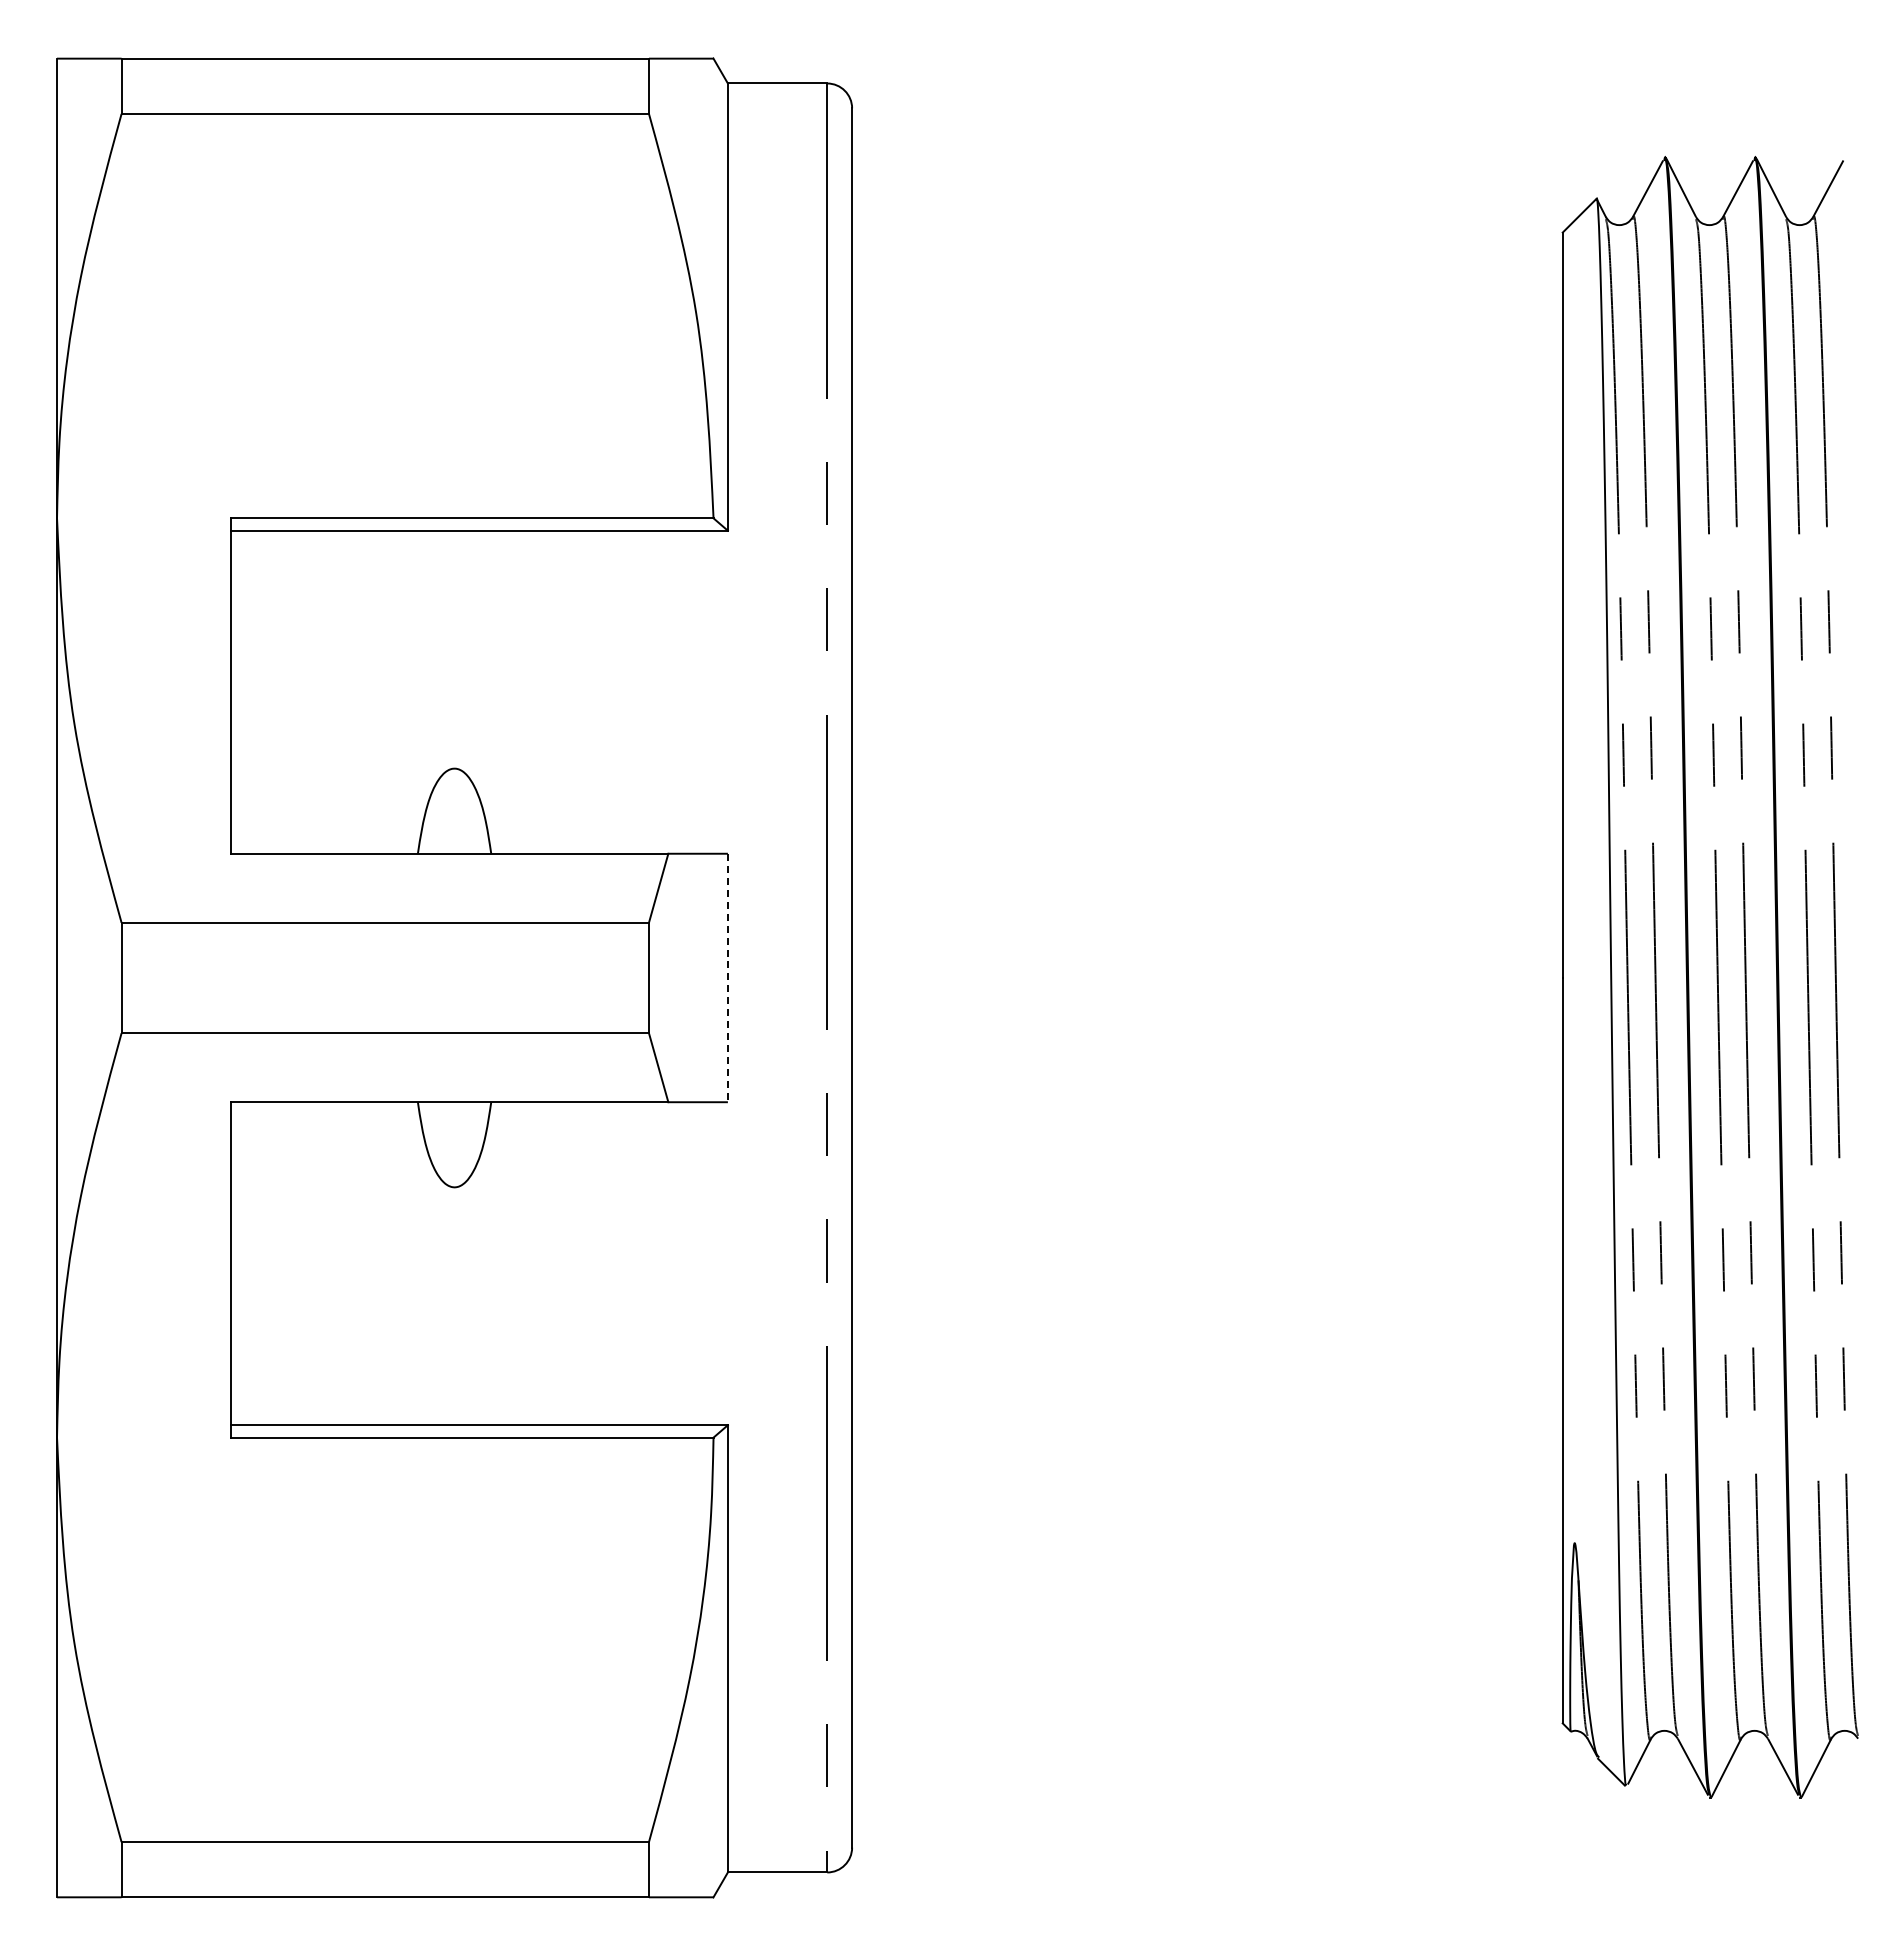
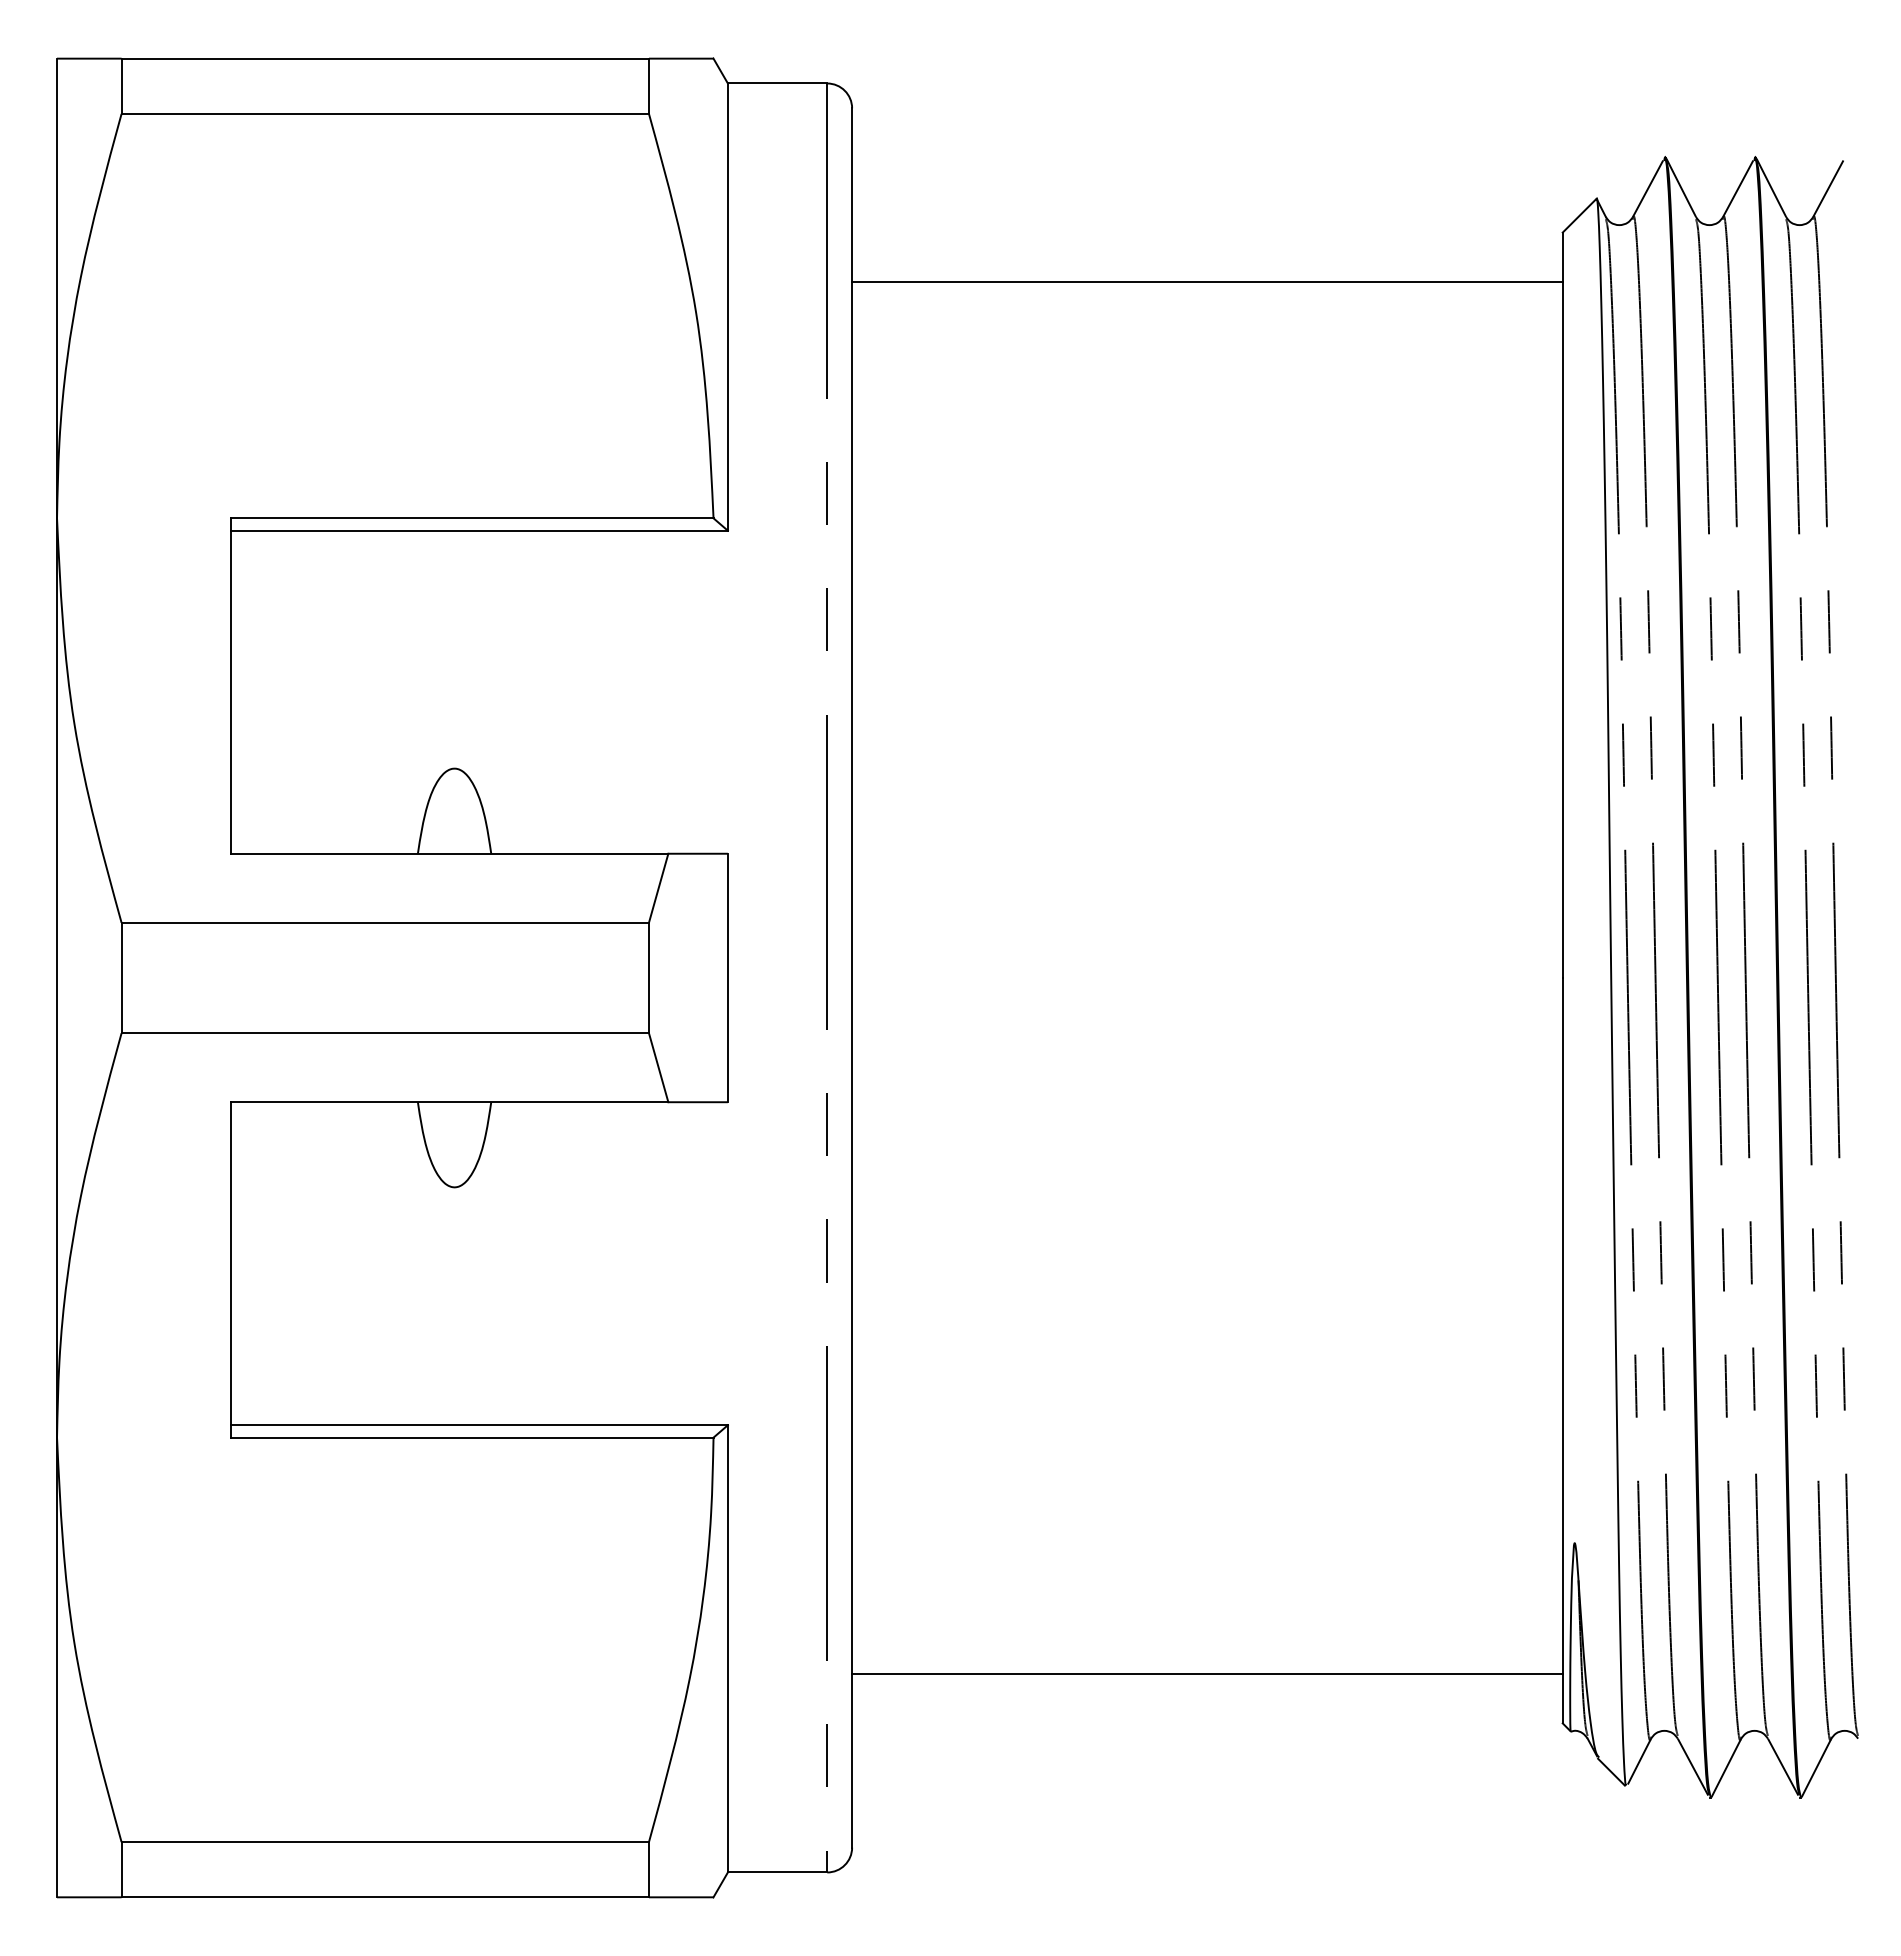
line at (1207, 282): none -> present
line at (727, 978): dashed -> solid
line at (1207, 1673): none -> present
